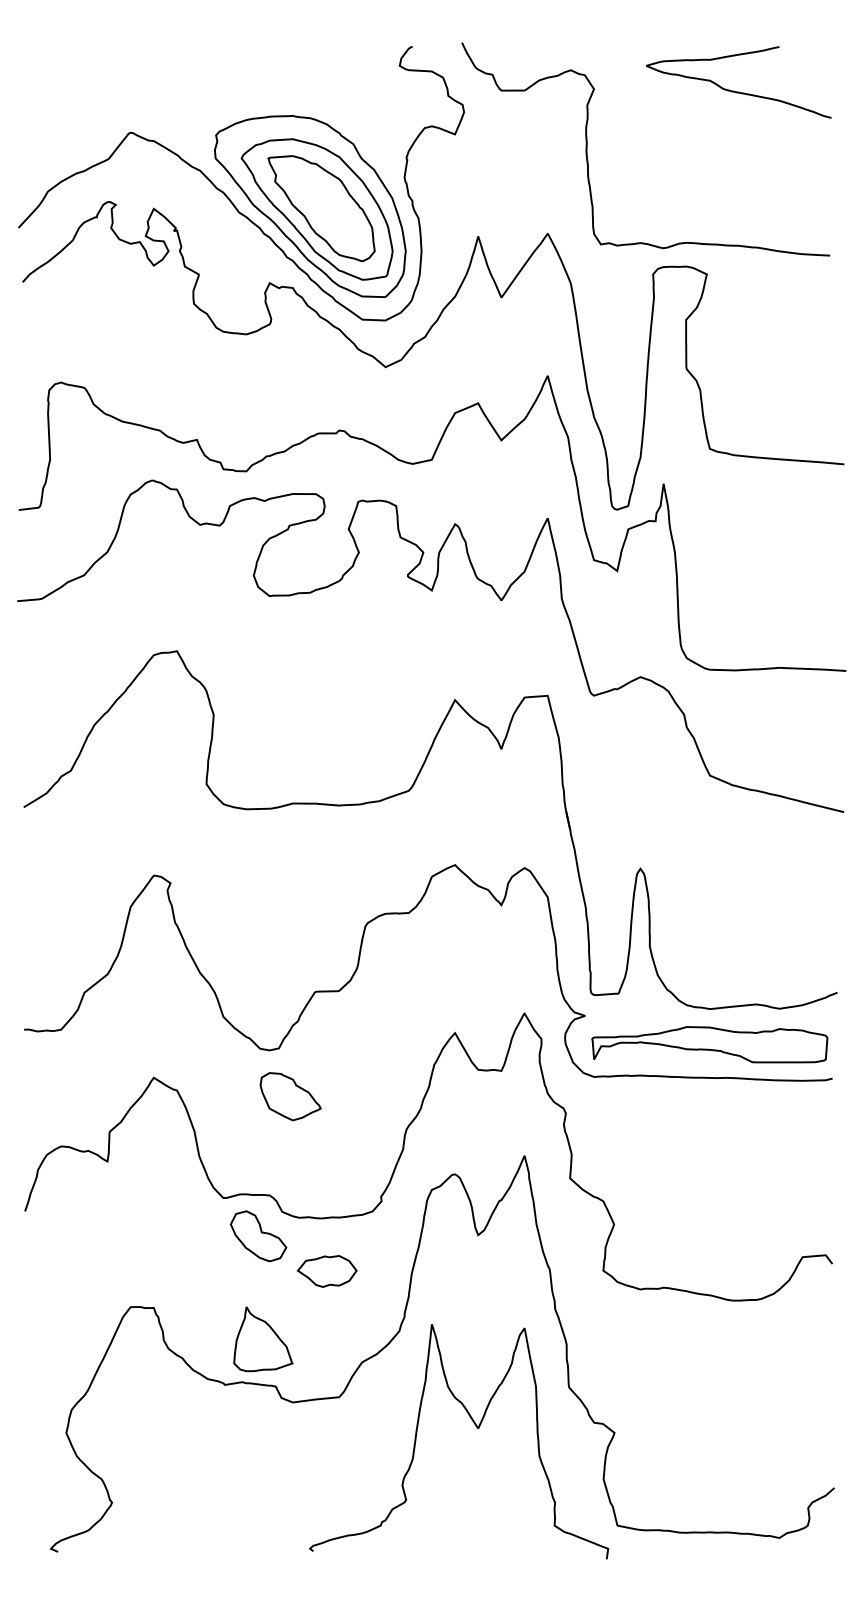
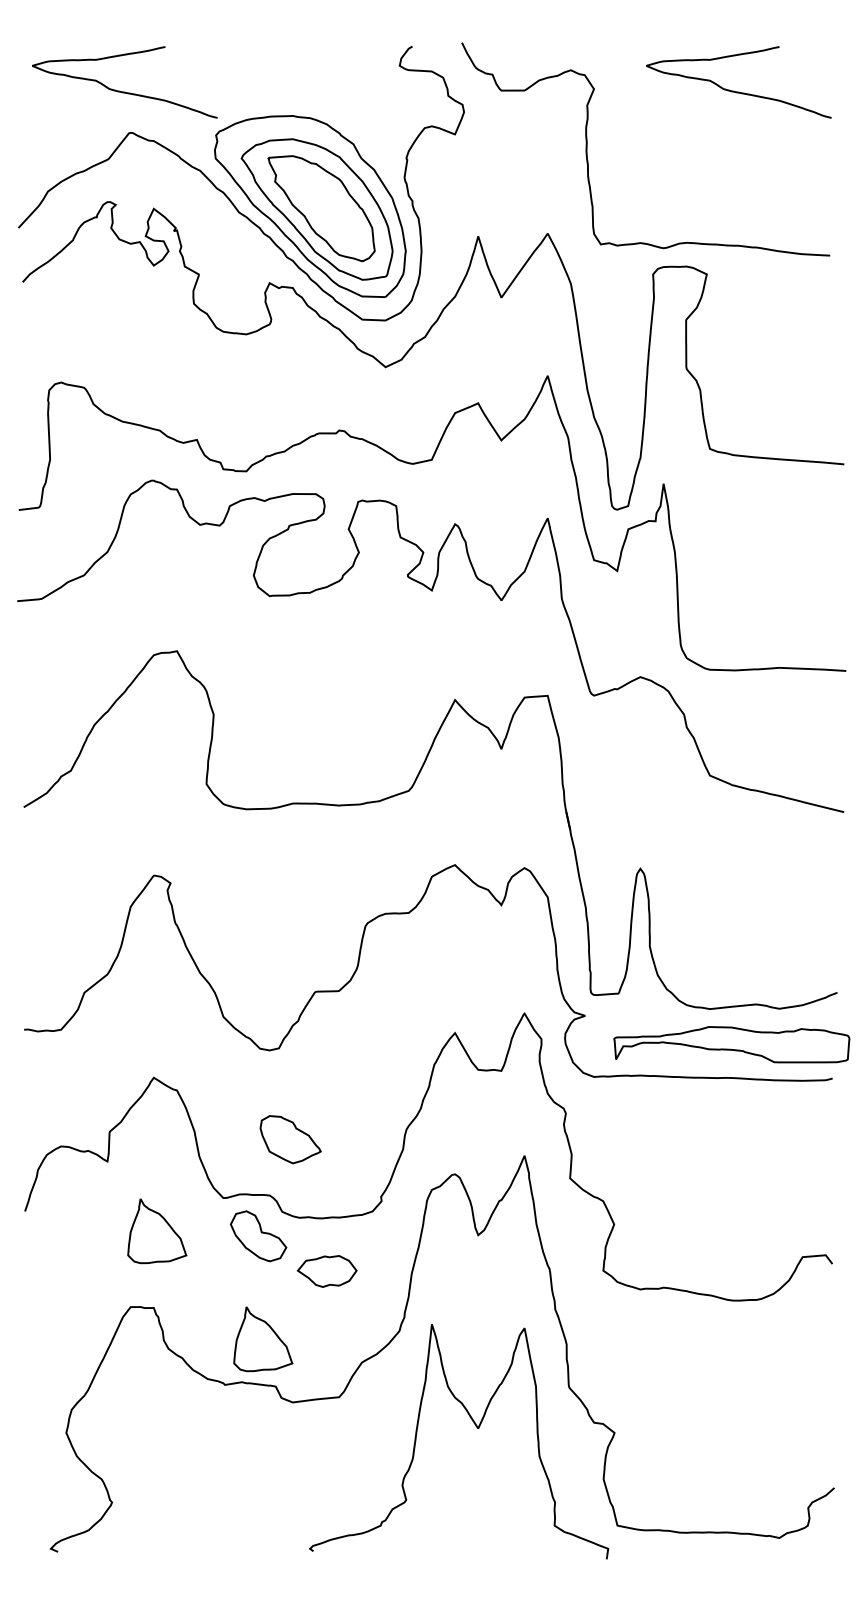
curve at (124, 91): none -> present
part at (709, 1044) position: (709, 1044) -> (731, 1044)
part at (290, 1096) position: (290, 1096) -> (290, 1139)
part at (157, 1231): none -> present
